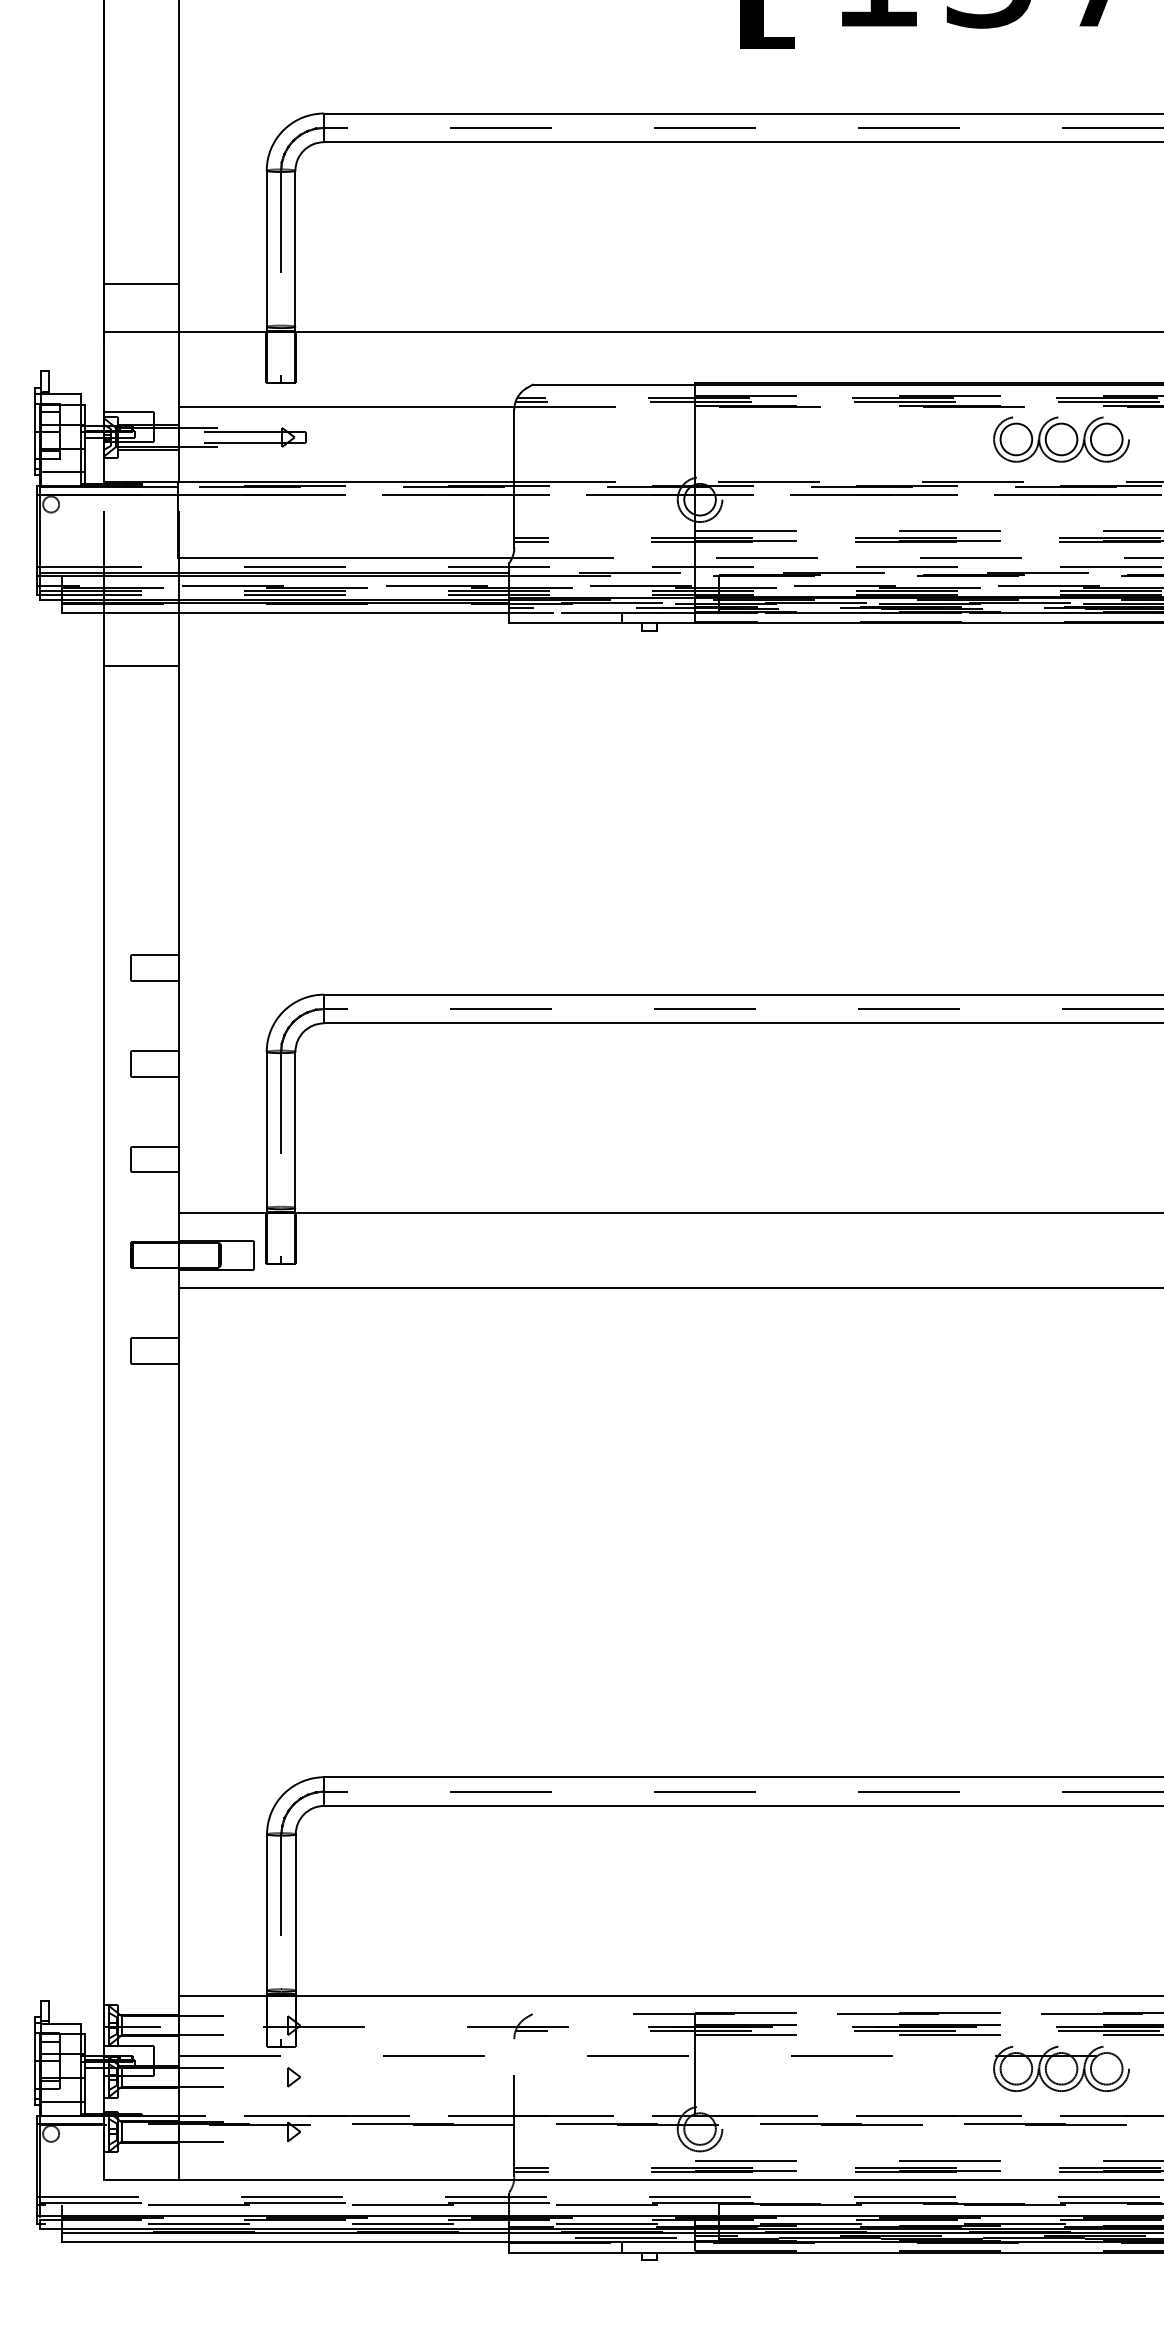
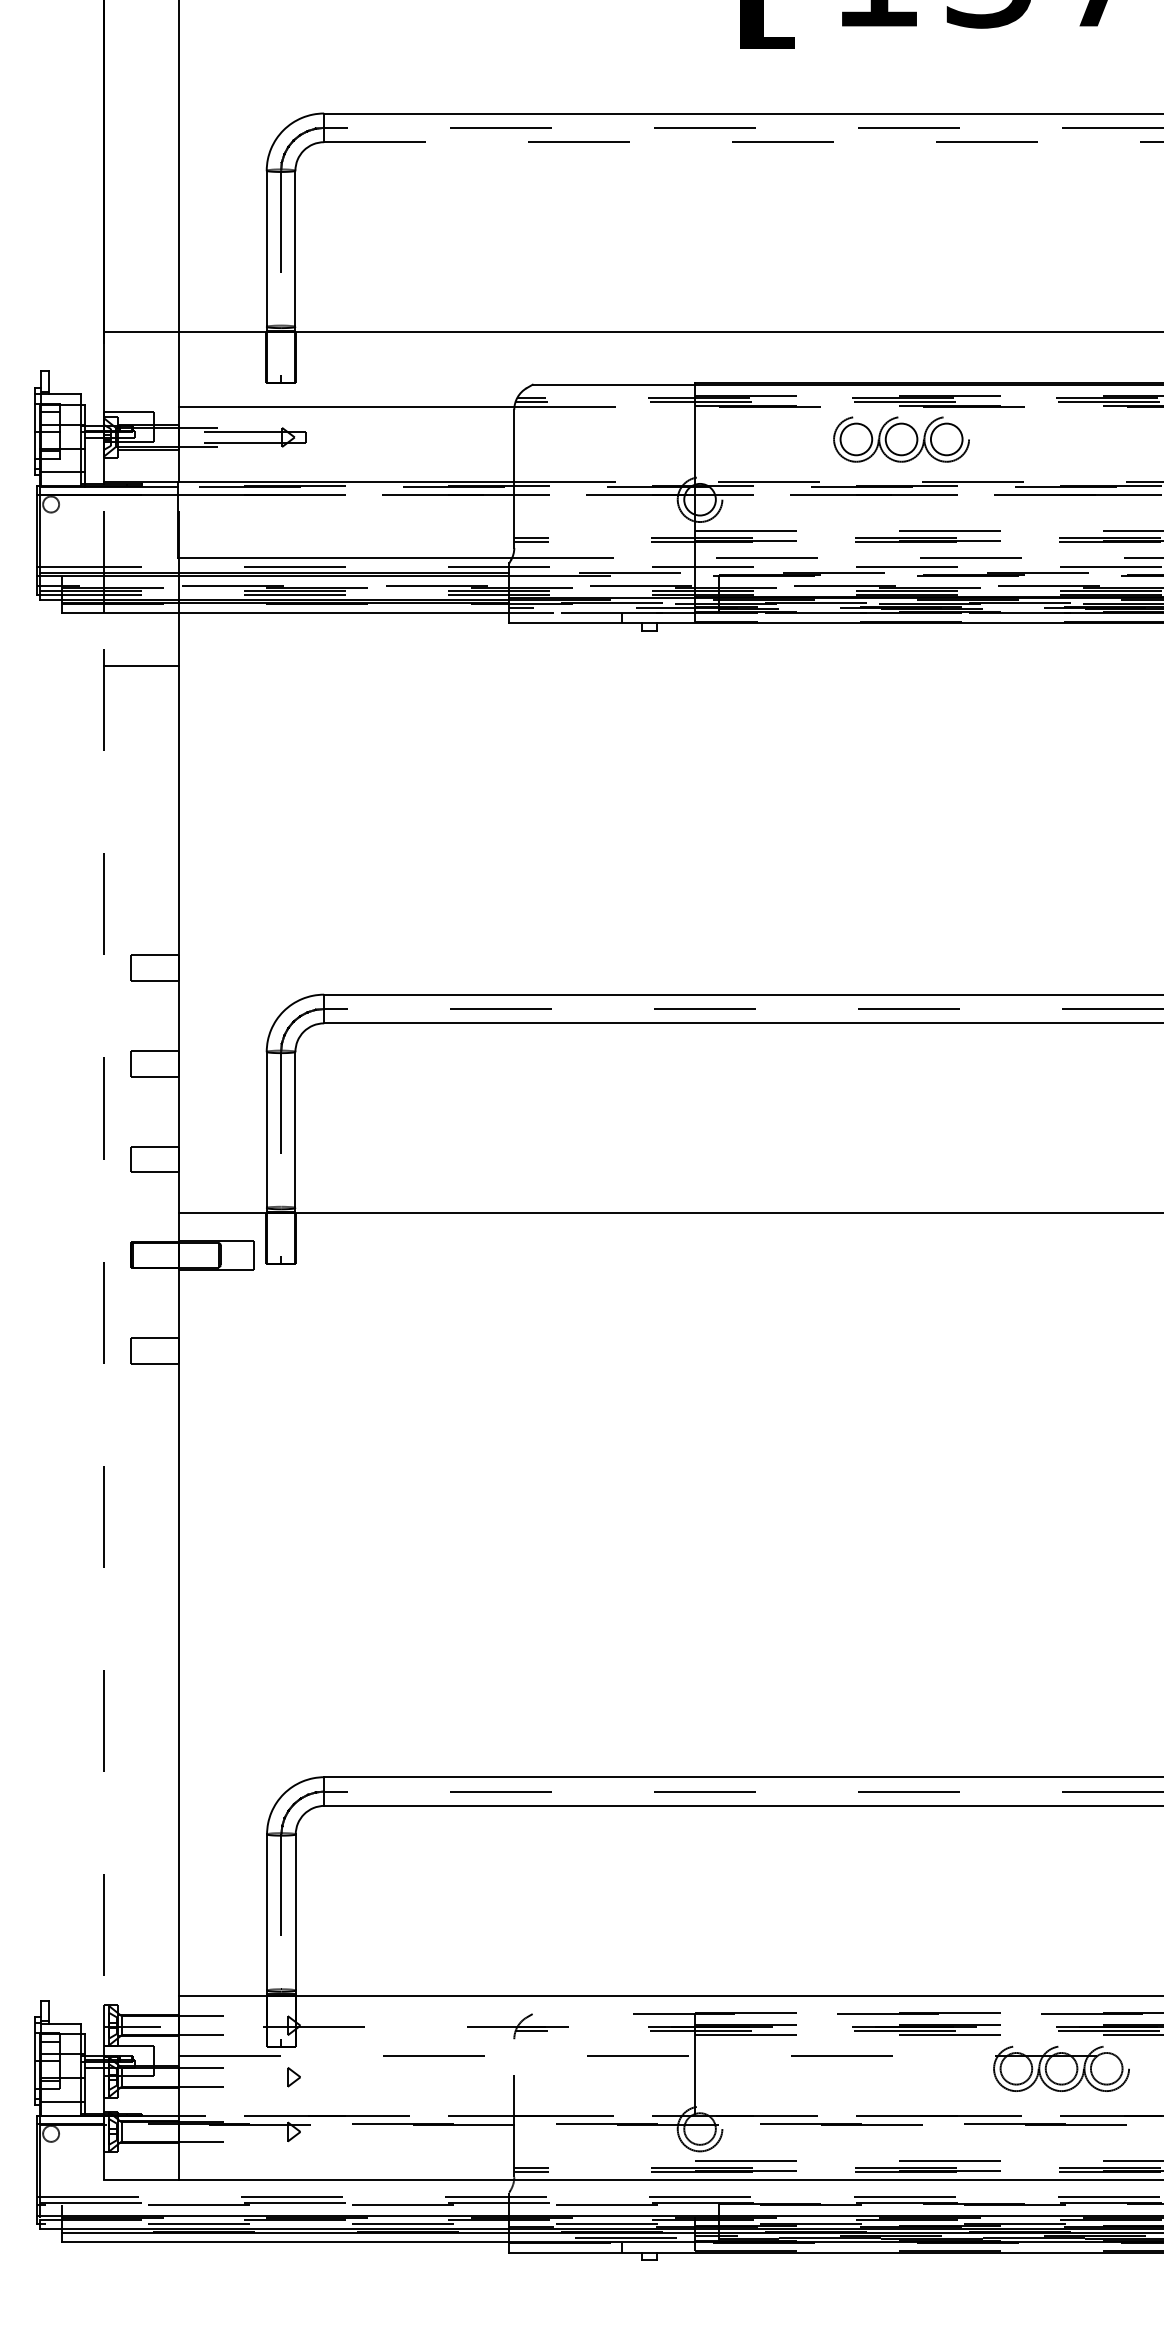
line at (743, 142): solid -> dashed
line at (140, 284): present -> none
part at (1061, 439) position: (1061, 439) -> (901, 439)
line at (669, 1288): present -> none
line at (103, 1396): solid -> dashed
